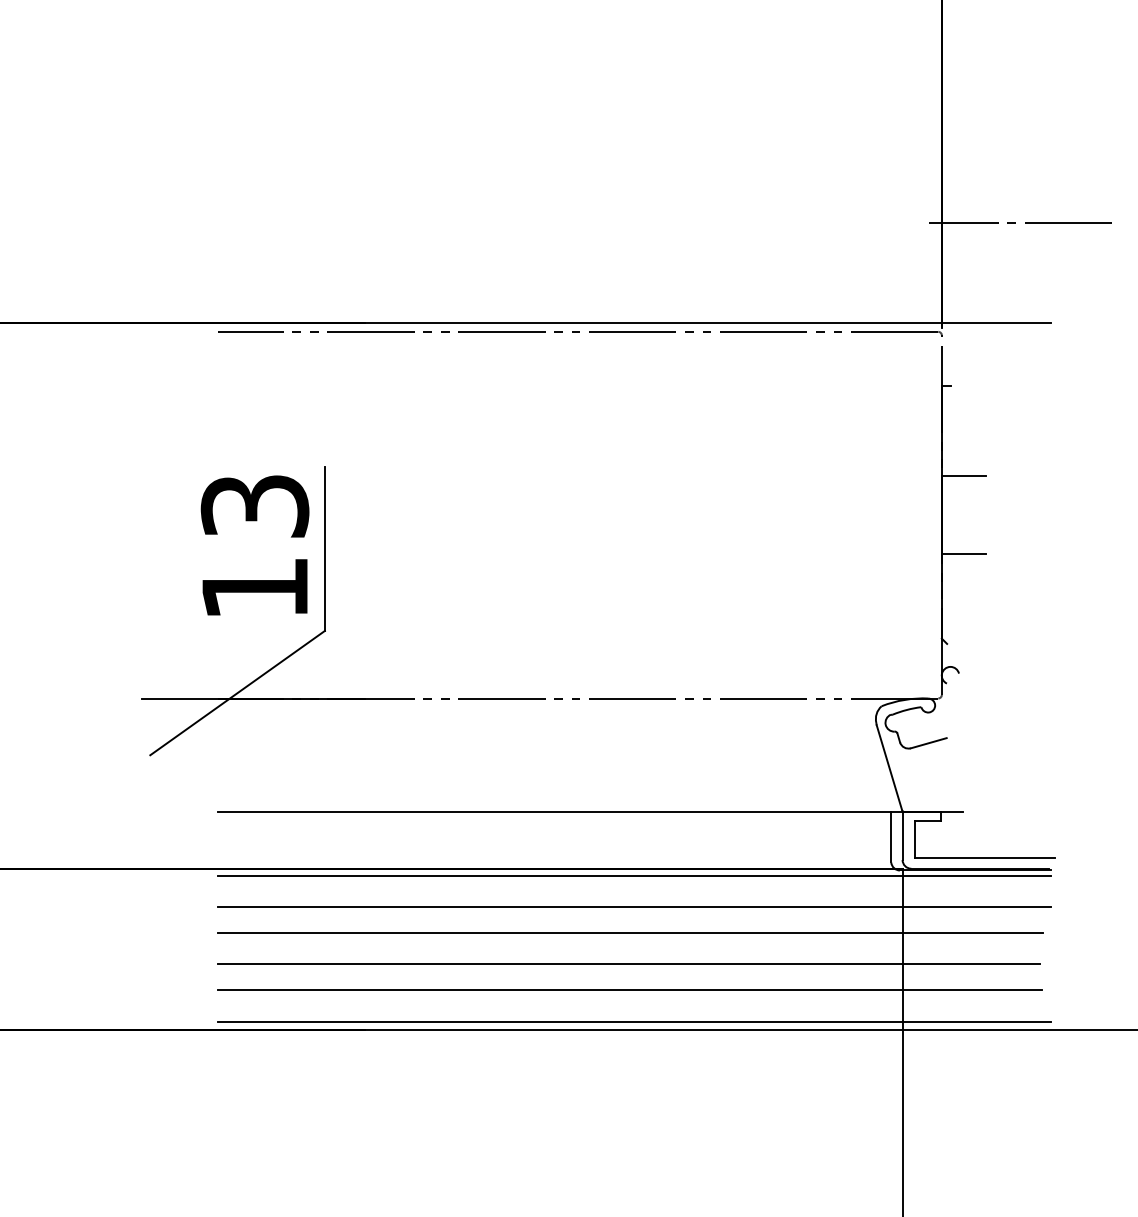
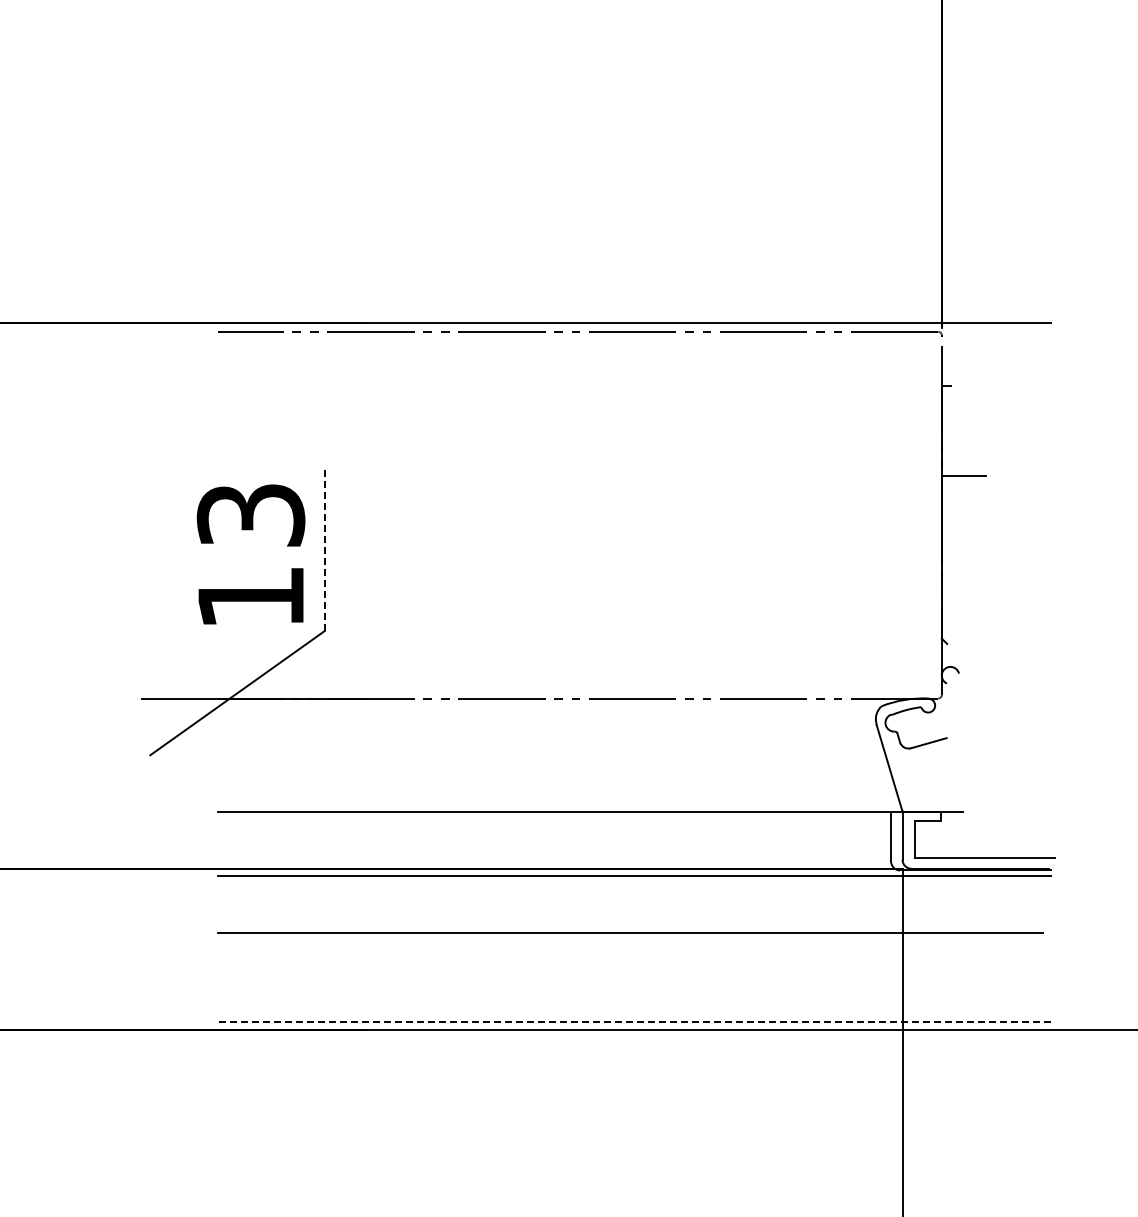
line at (1020, 222): present -> none
text at (254, 545) position: (254, 545) -> (250, 554)
line at (324, 549): solid -> dashed
line at (963, 554): present -> none
line at (634, 907): present -> none
line at (628, 963): present -> none
line at (629, 990): present -> none
line at (634, 1021): solid -> dashed
